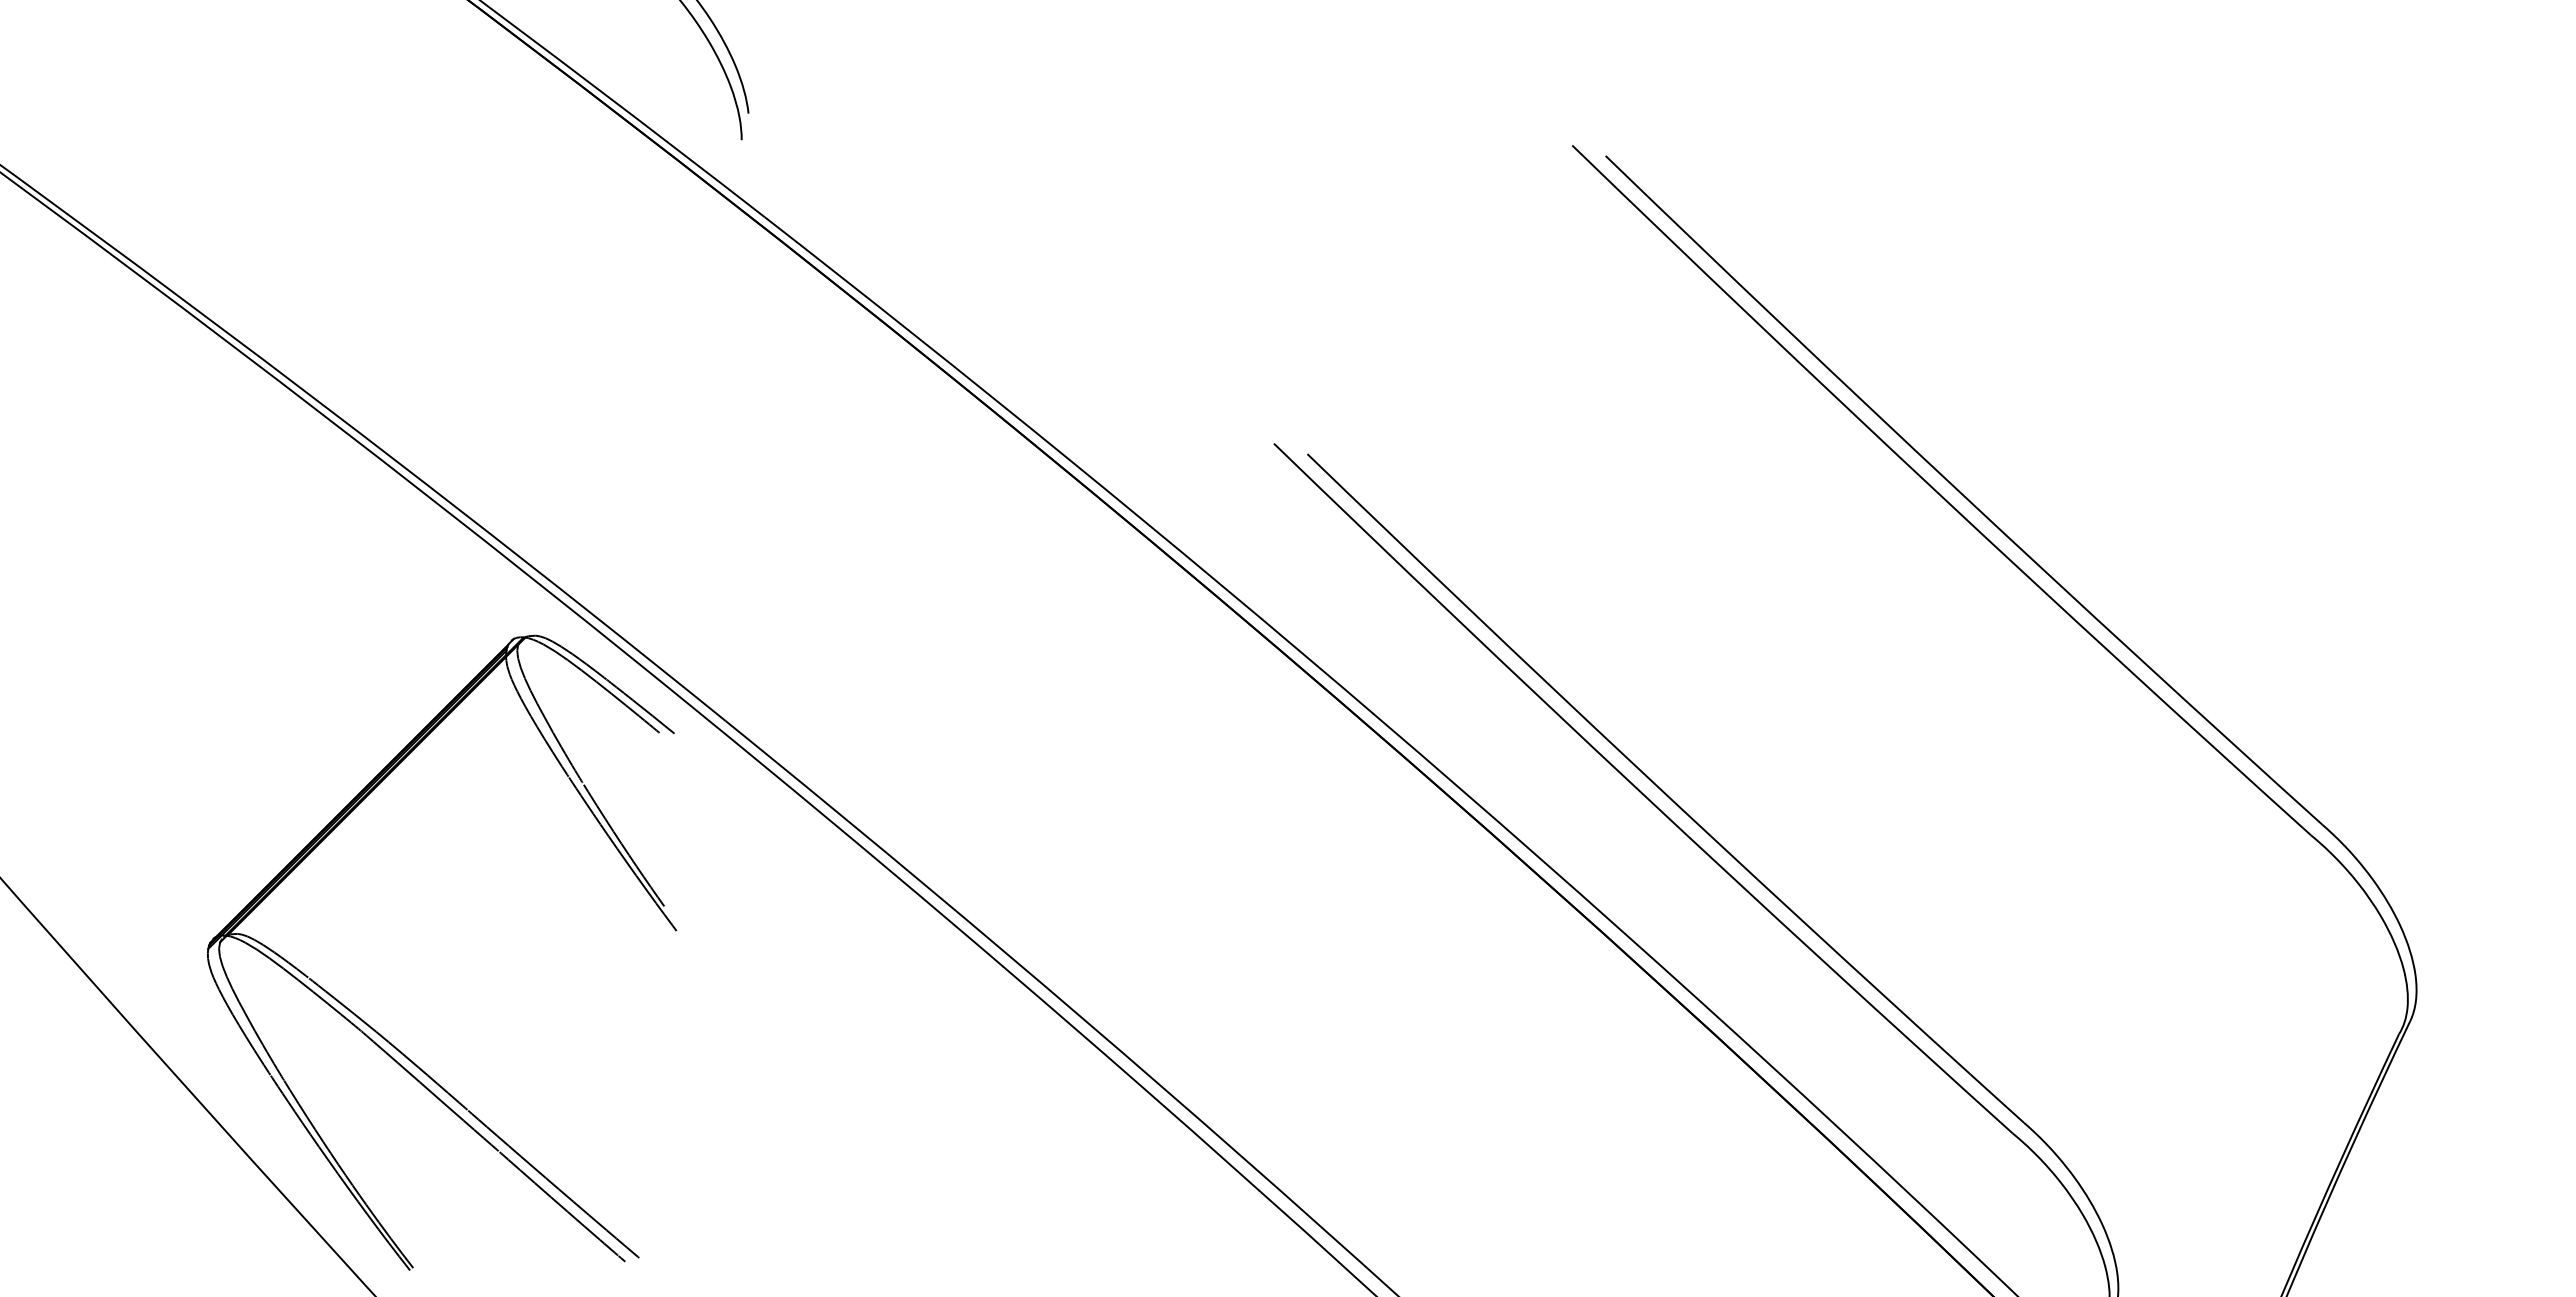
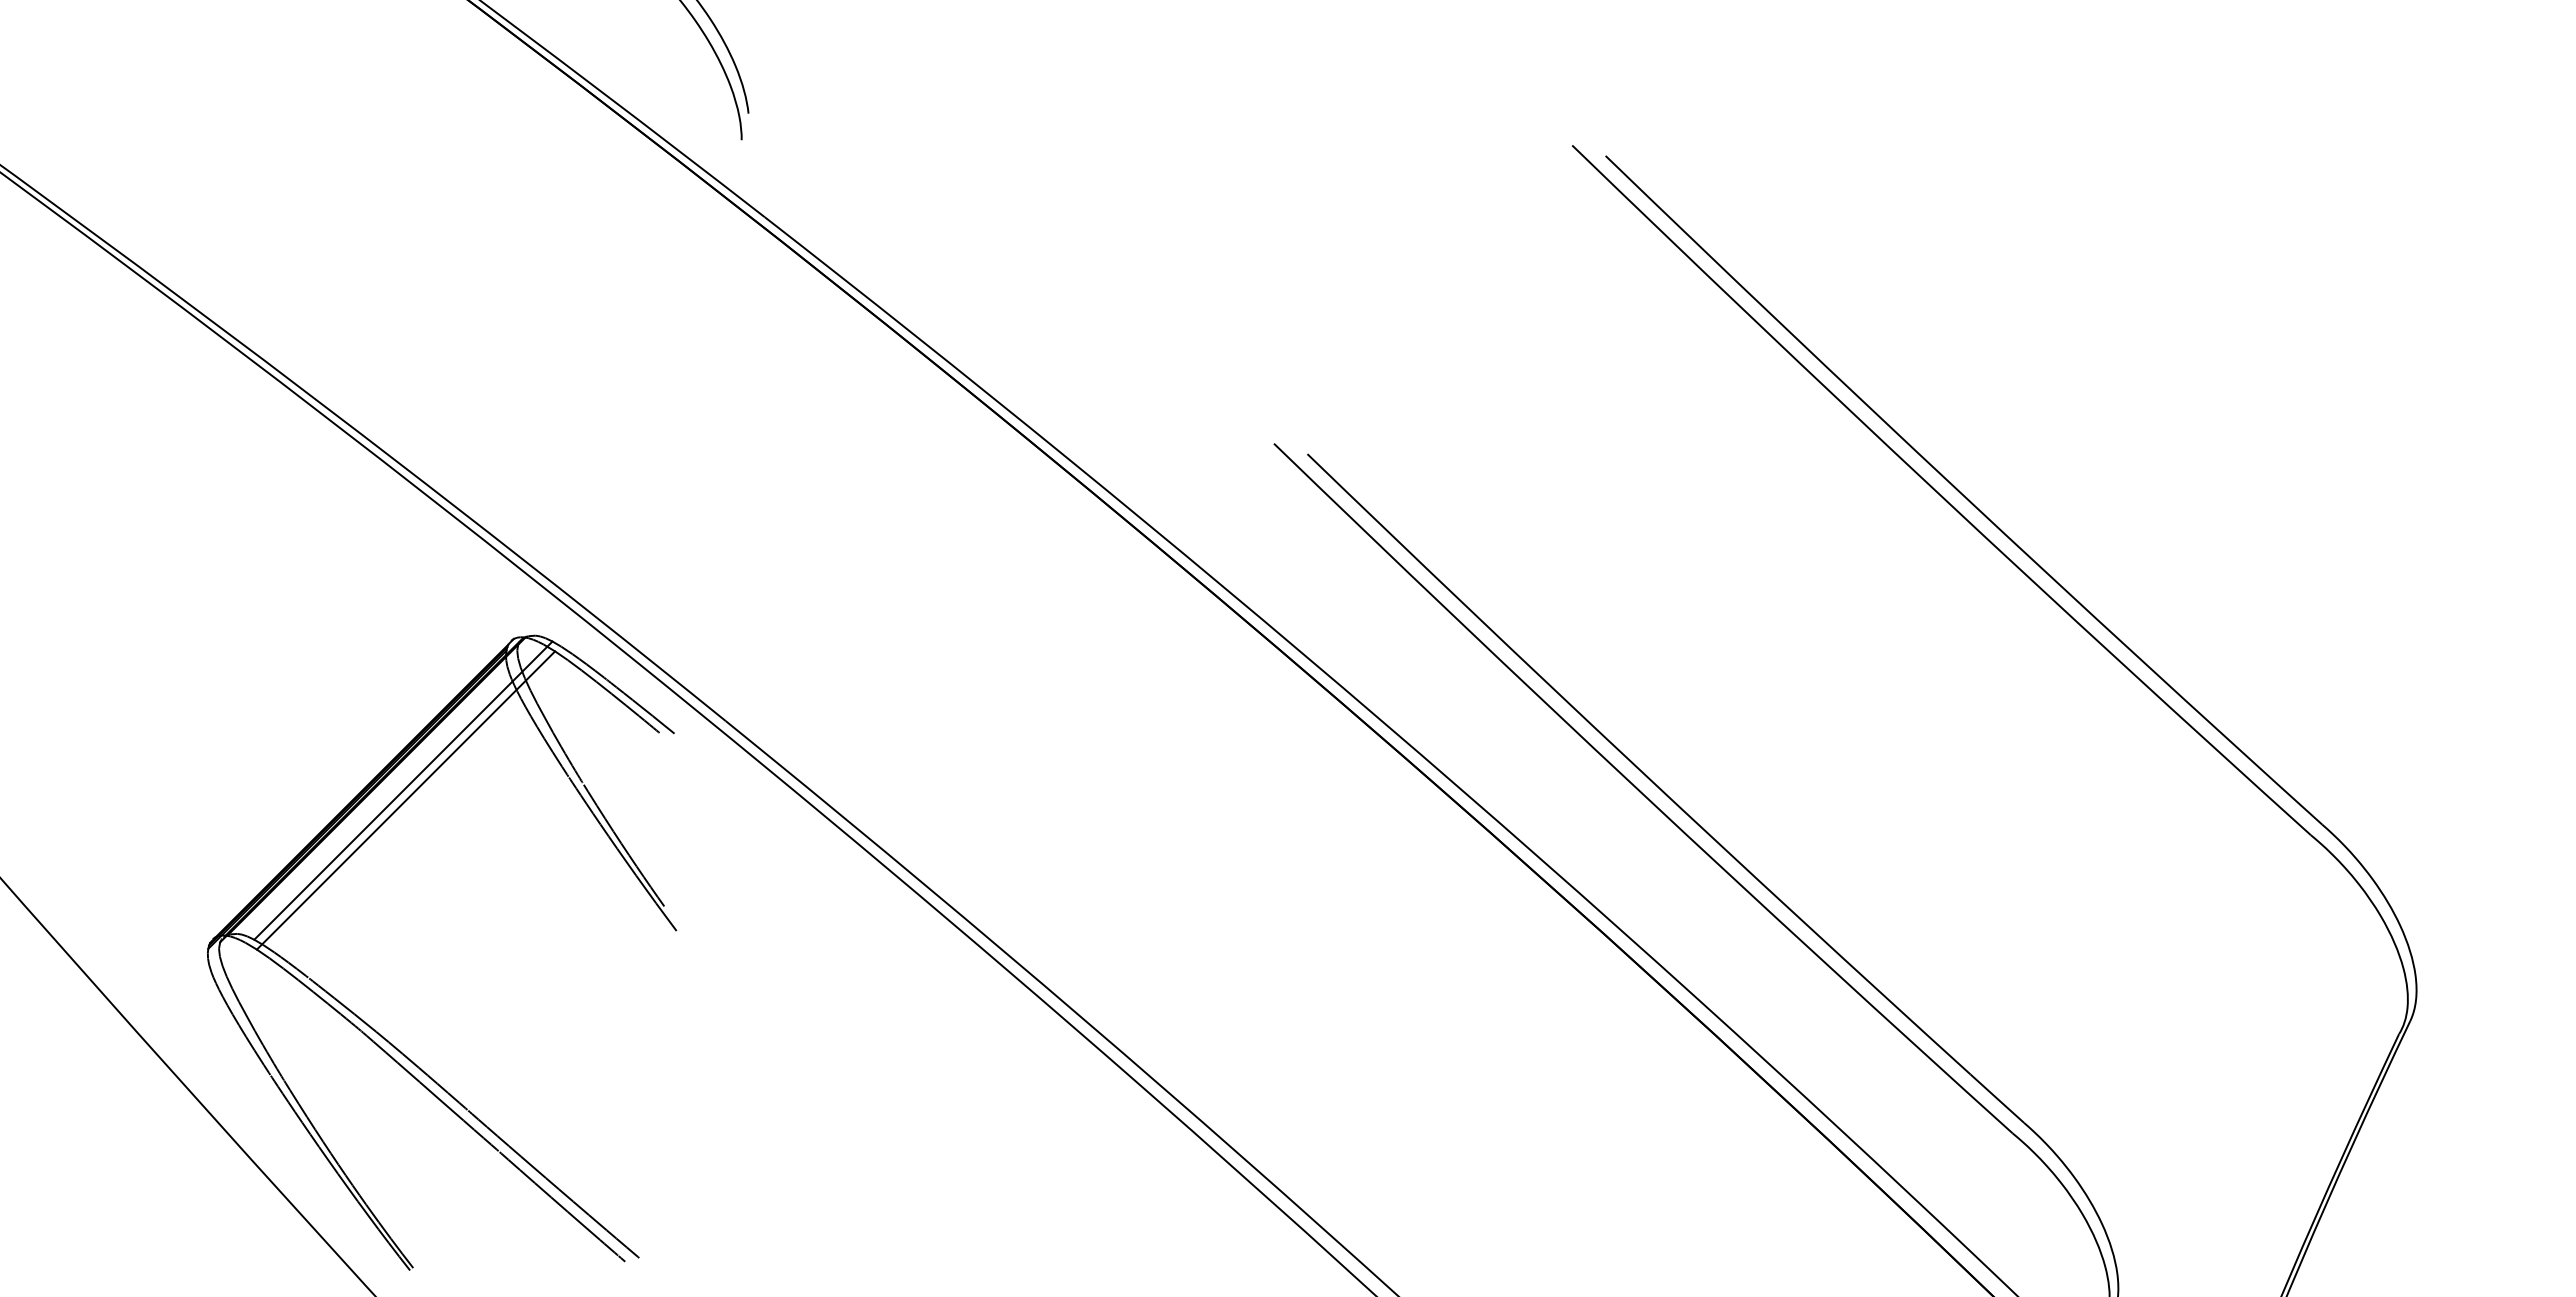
line at (403, 790): none -> present
line at (405, 800): none -> present
